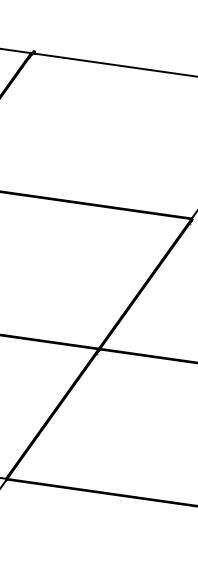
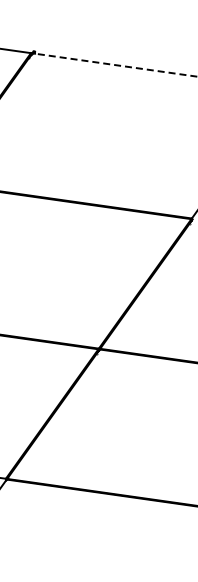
line at (114, 64): solid -> dashed
